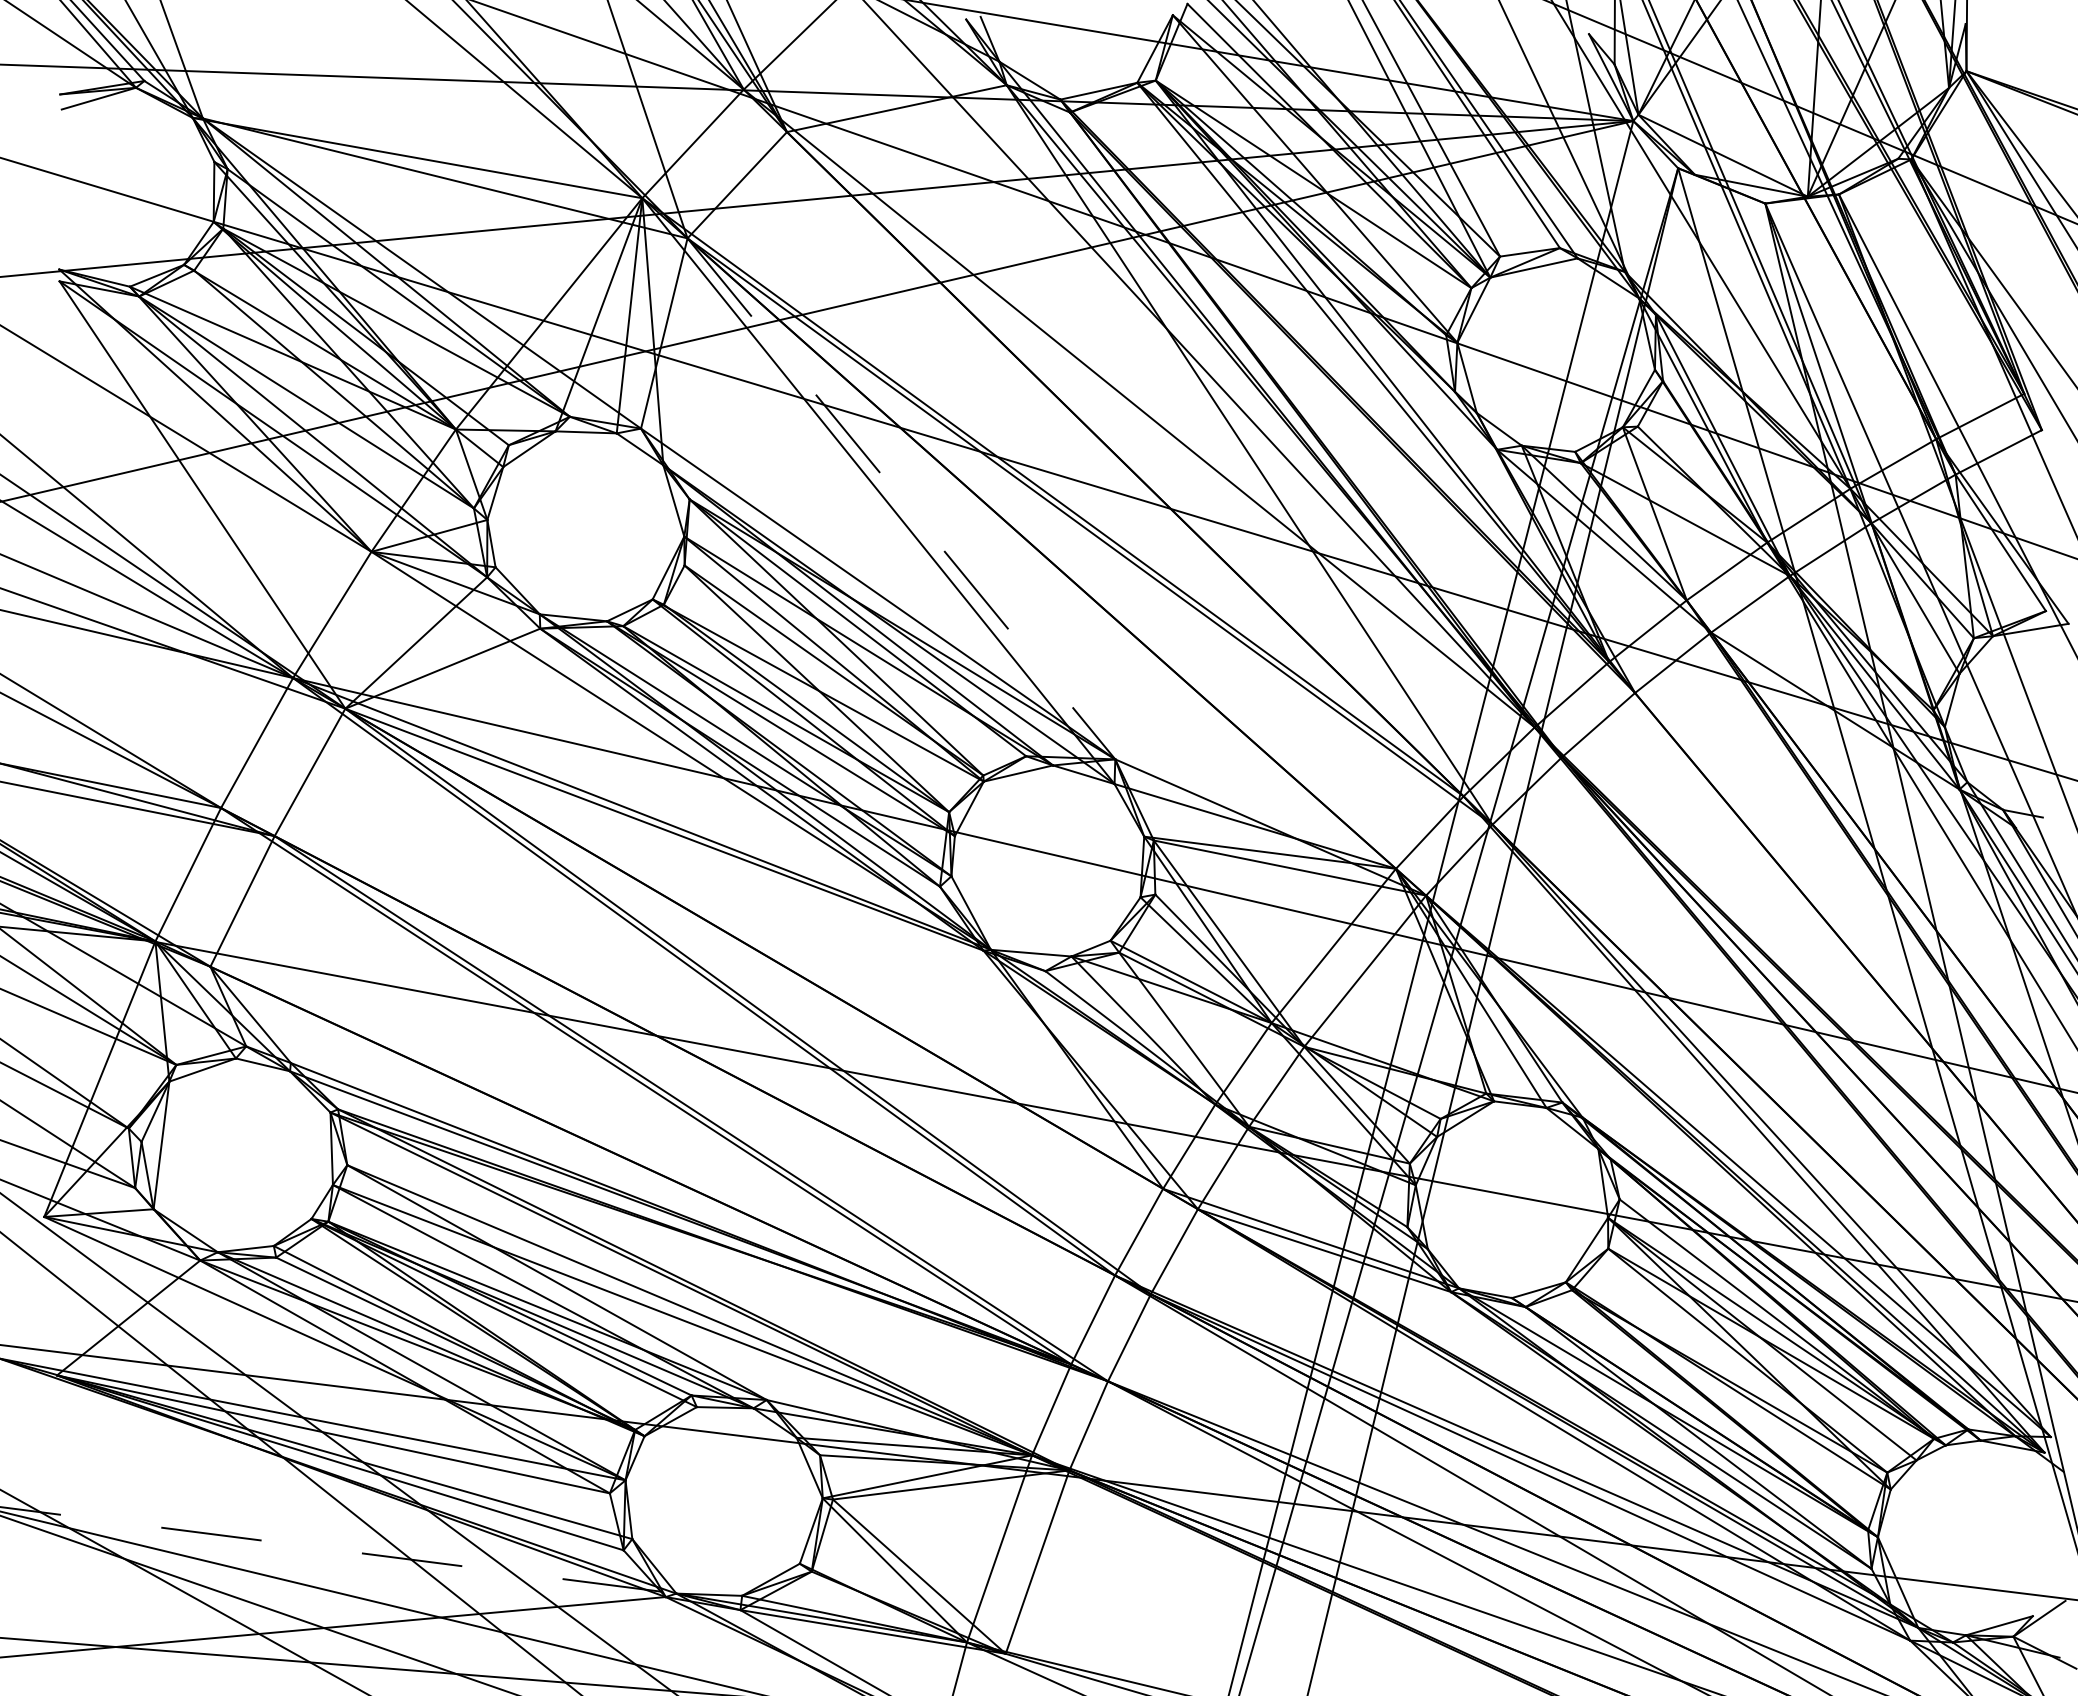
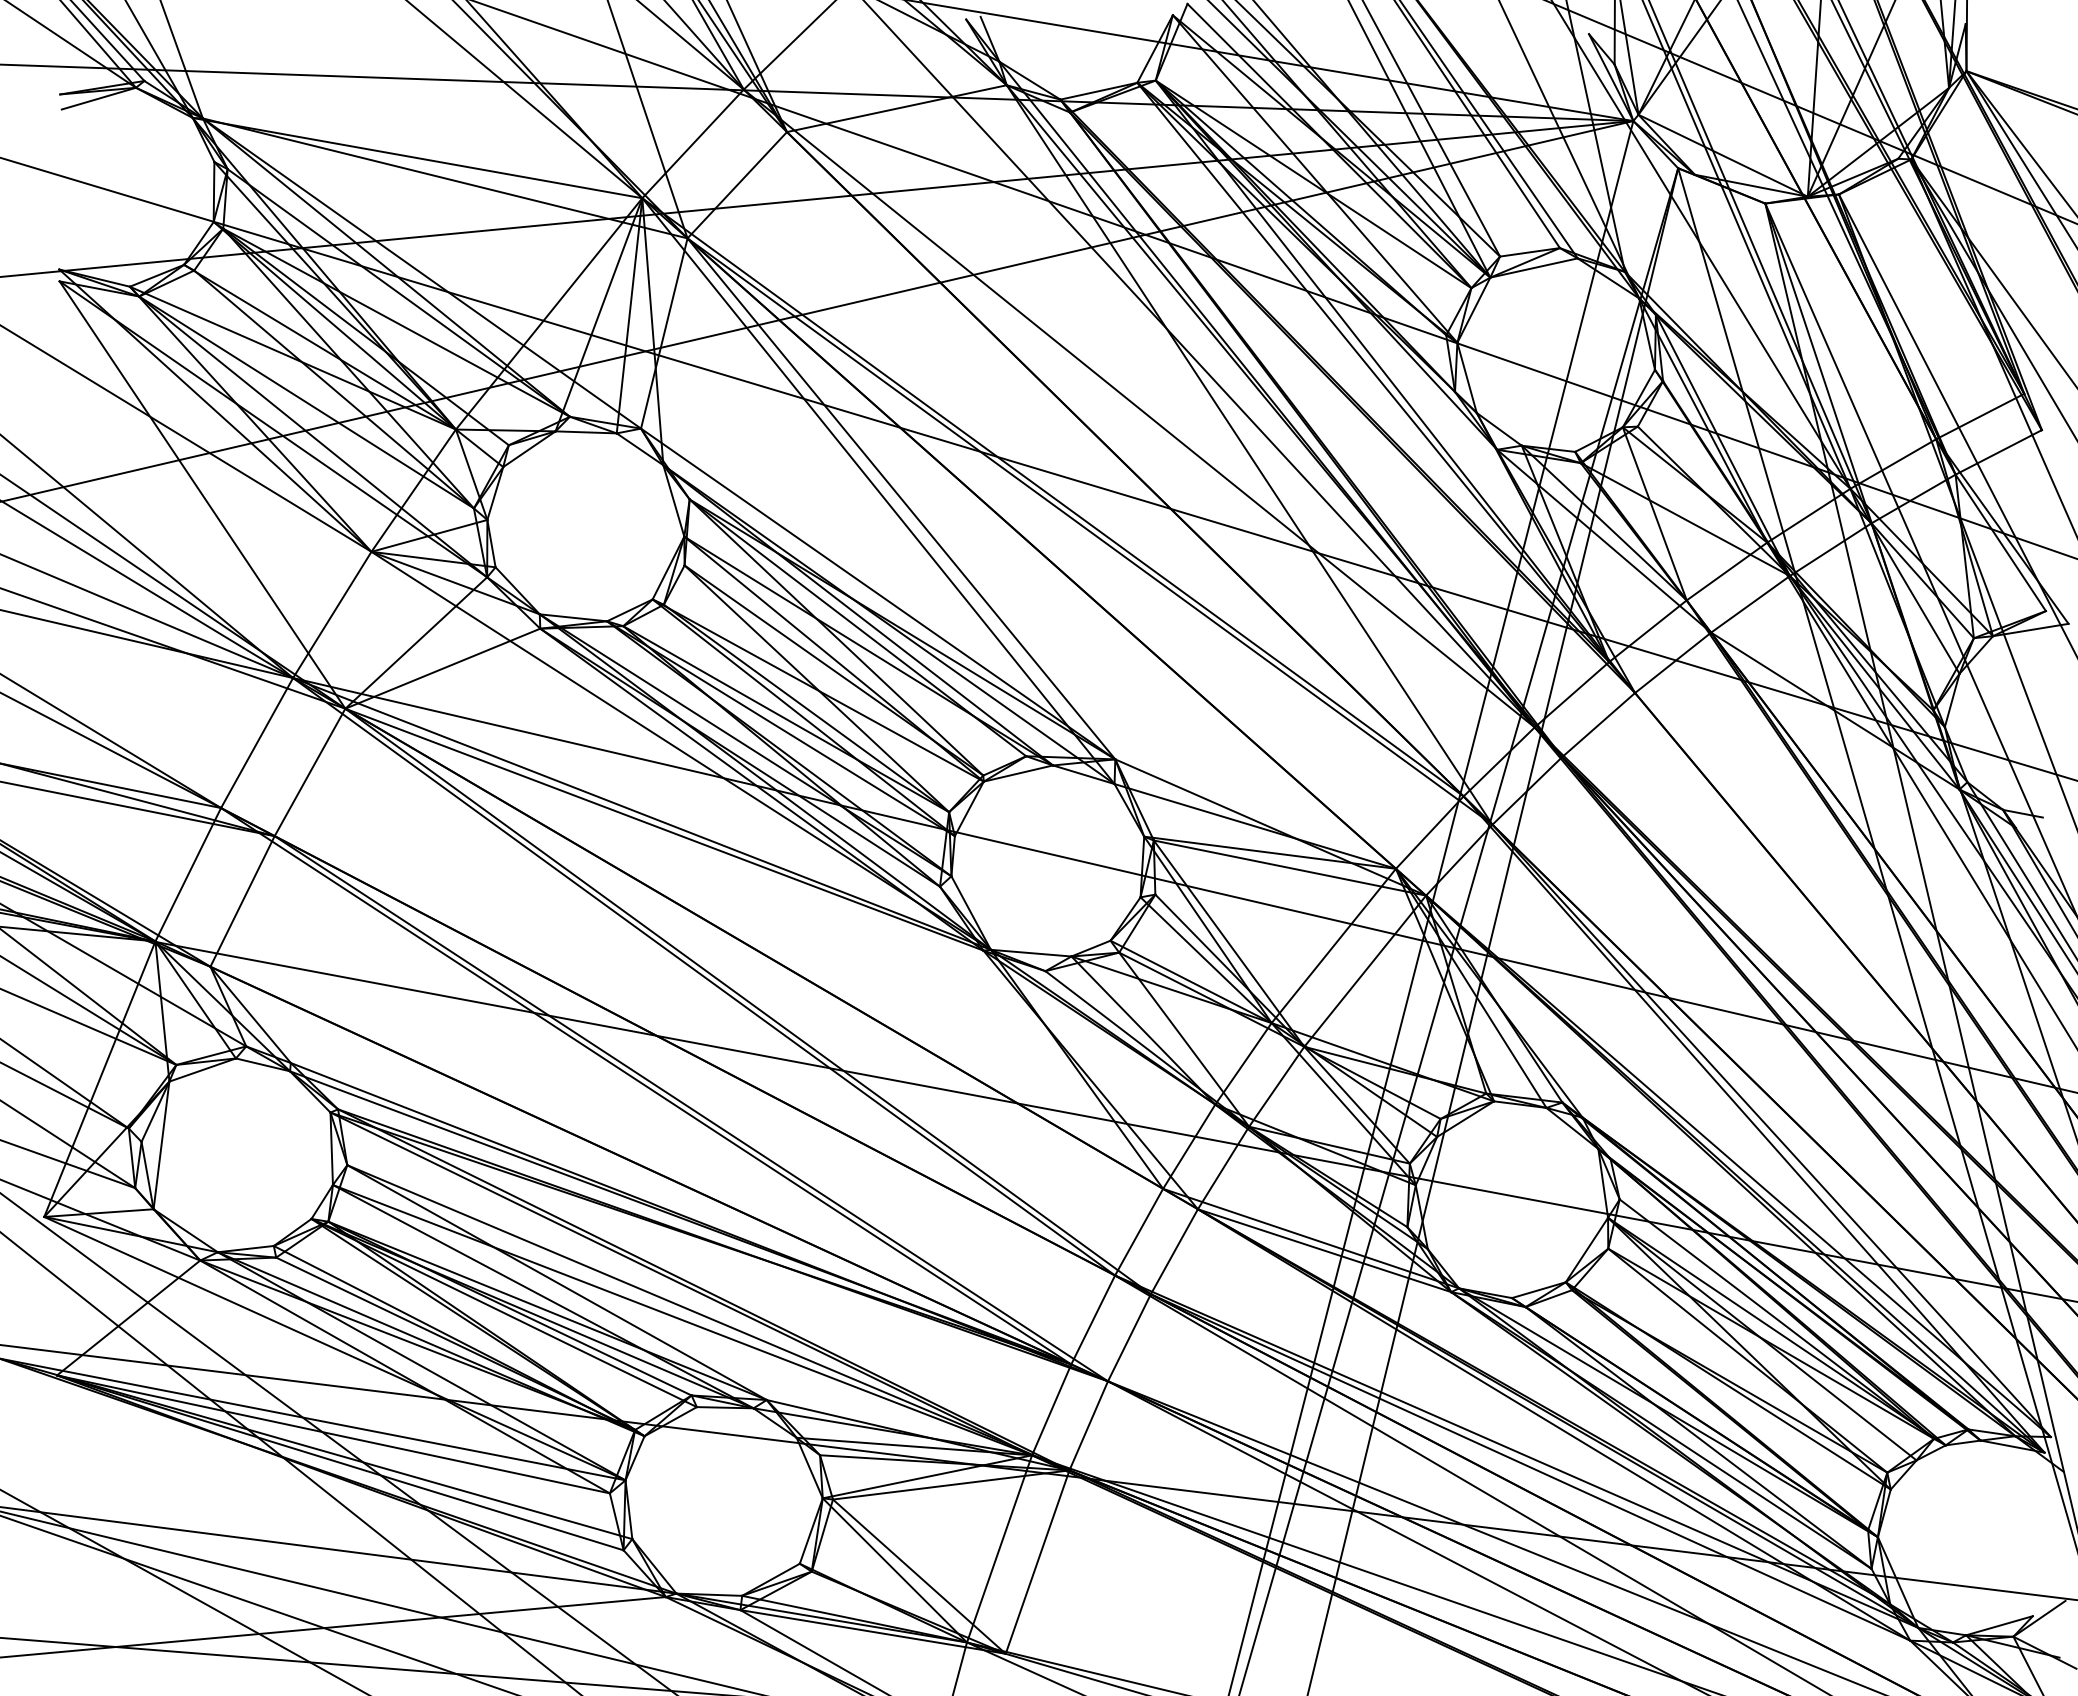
line at (901, 499): dashed -> solid
line at (338, 1550): dashed -> solid
